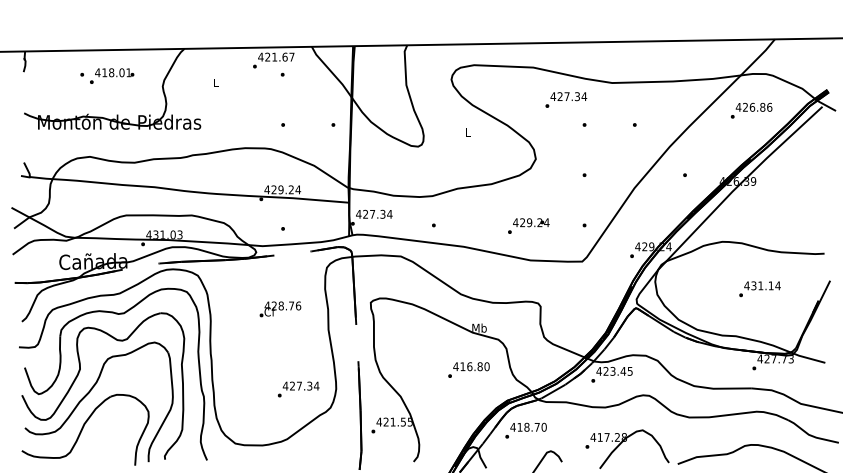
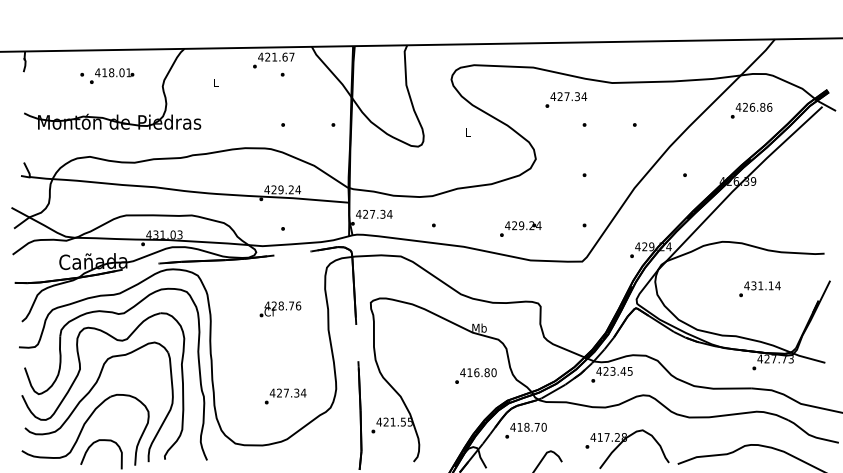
text at (528, 225) position: (528, 225) -> (520, 228)
text at (468, 369) position: (468, 369) -> (475, 375)
text at (298, 389) position: (298, 389) -> (285, 396)
curve at (92, 445): none -> present
